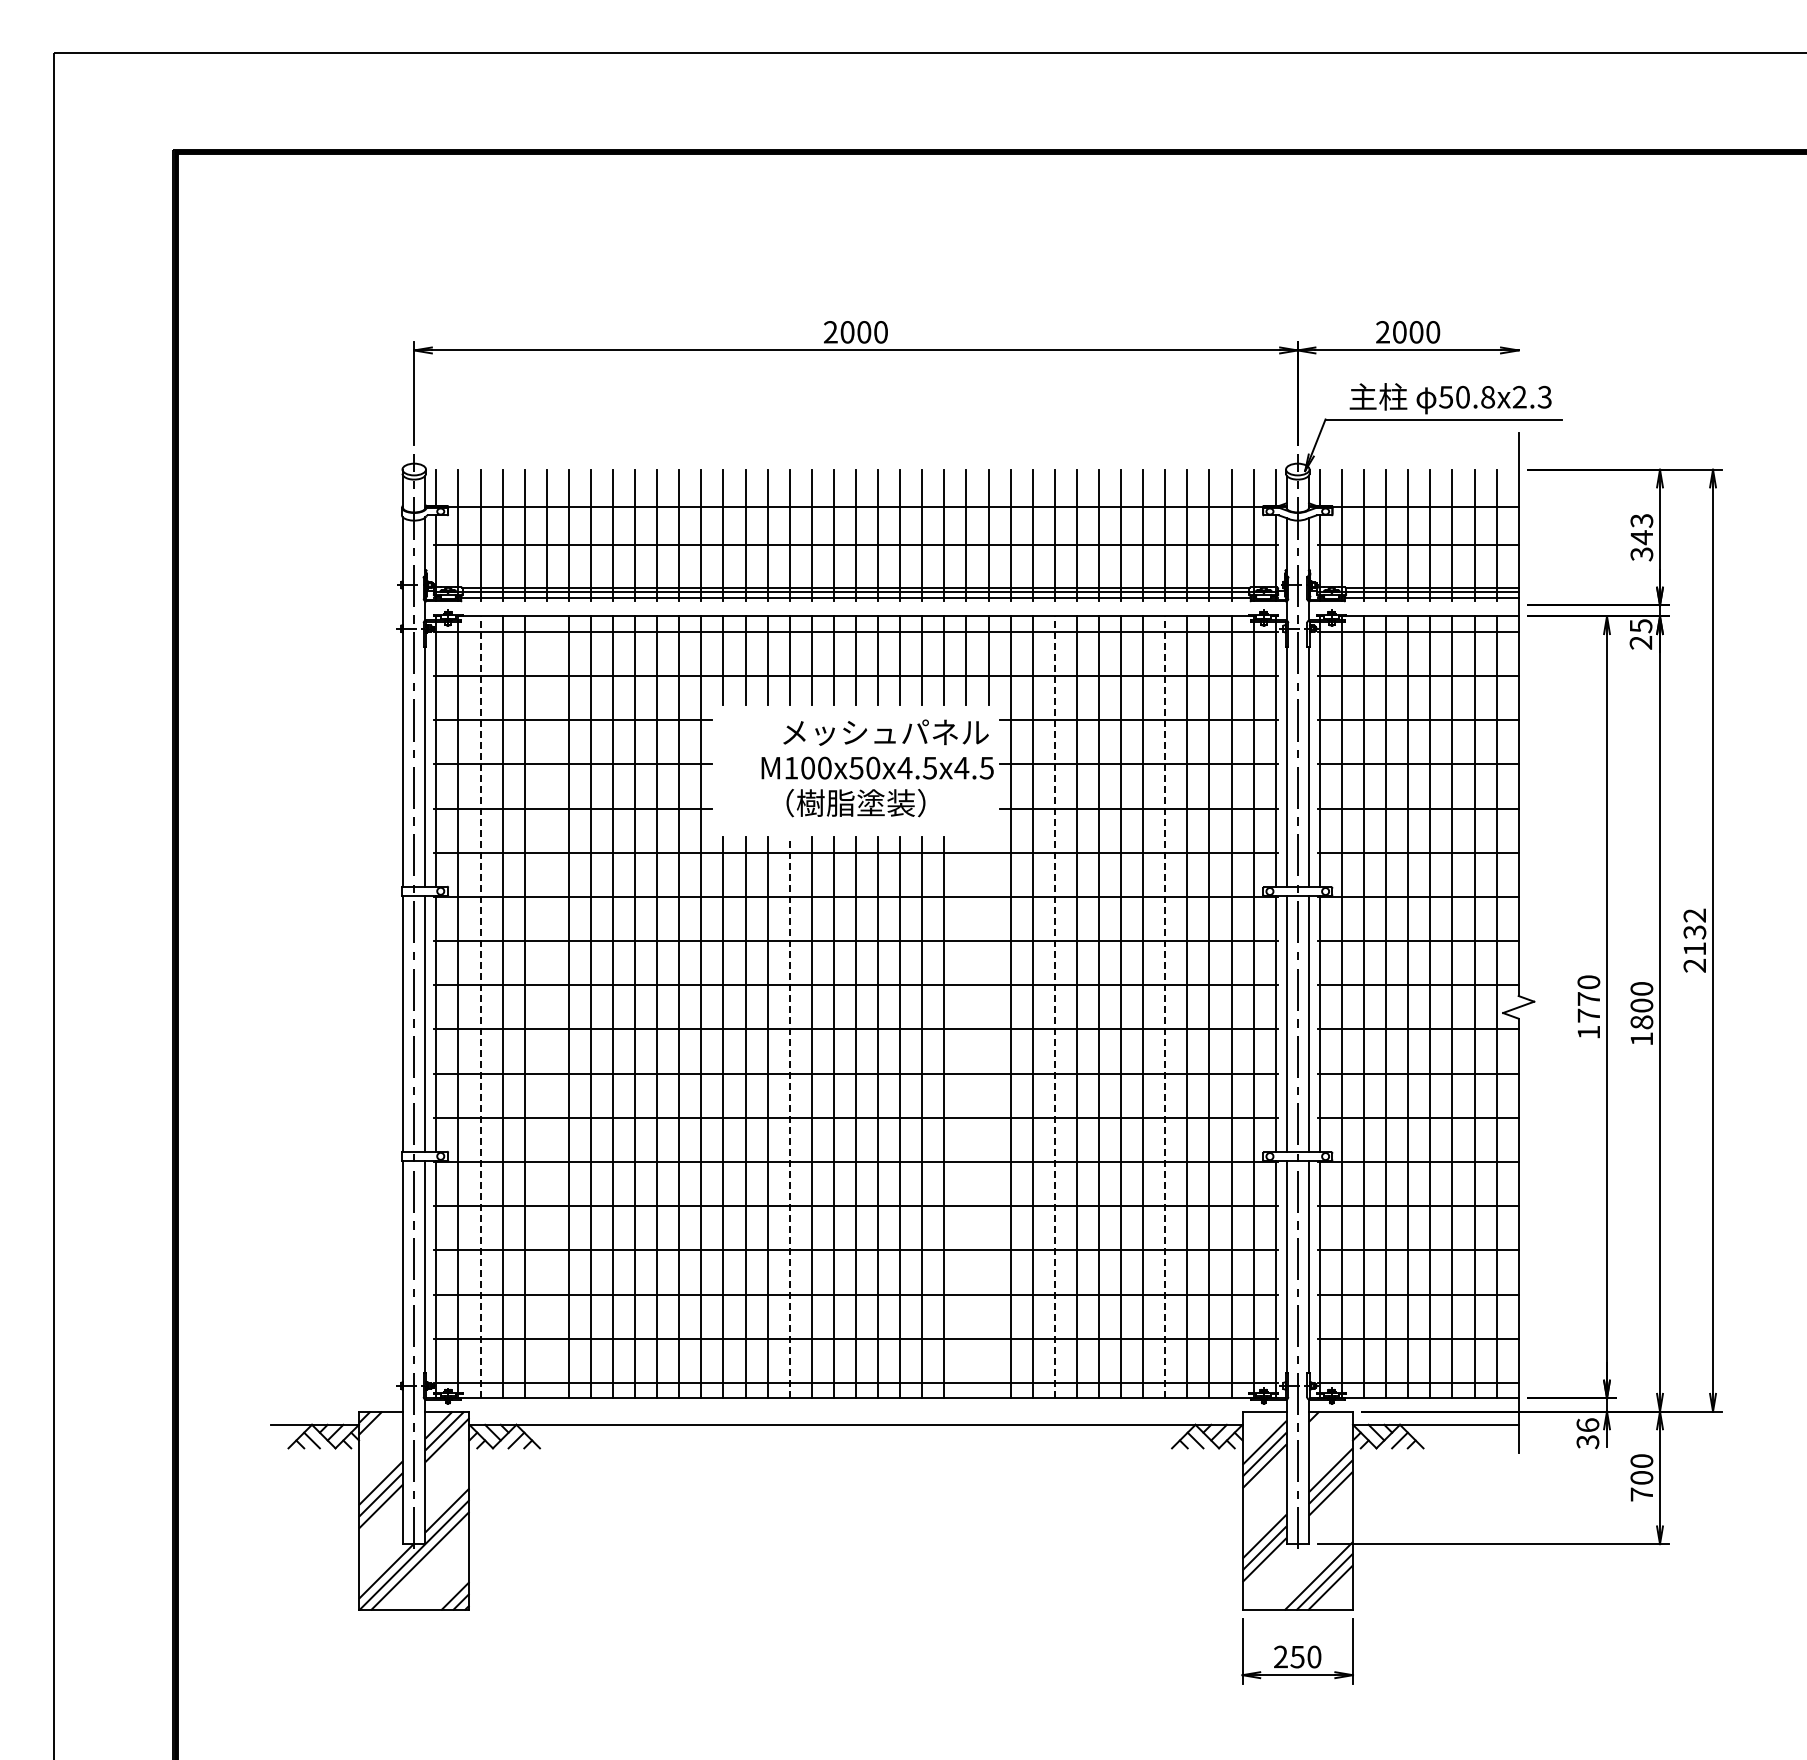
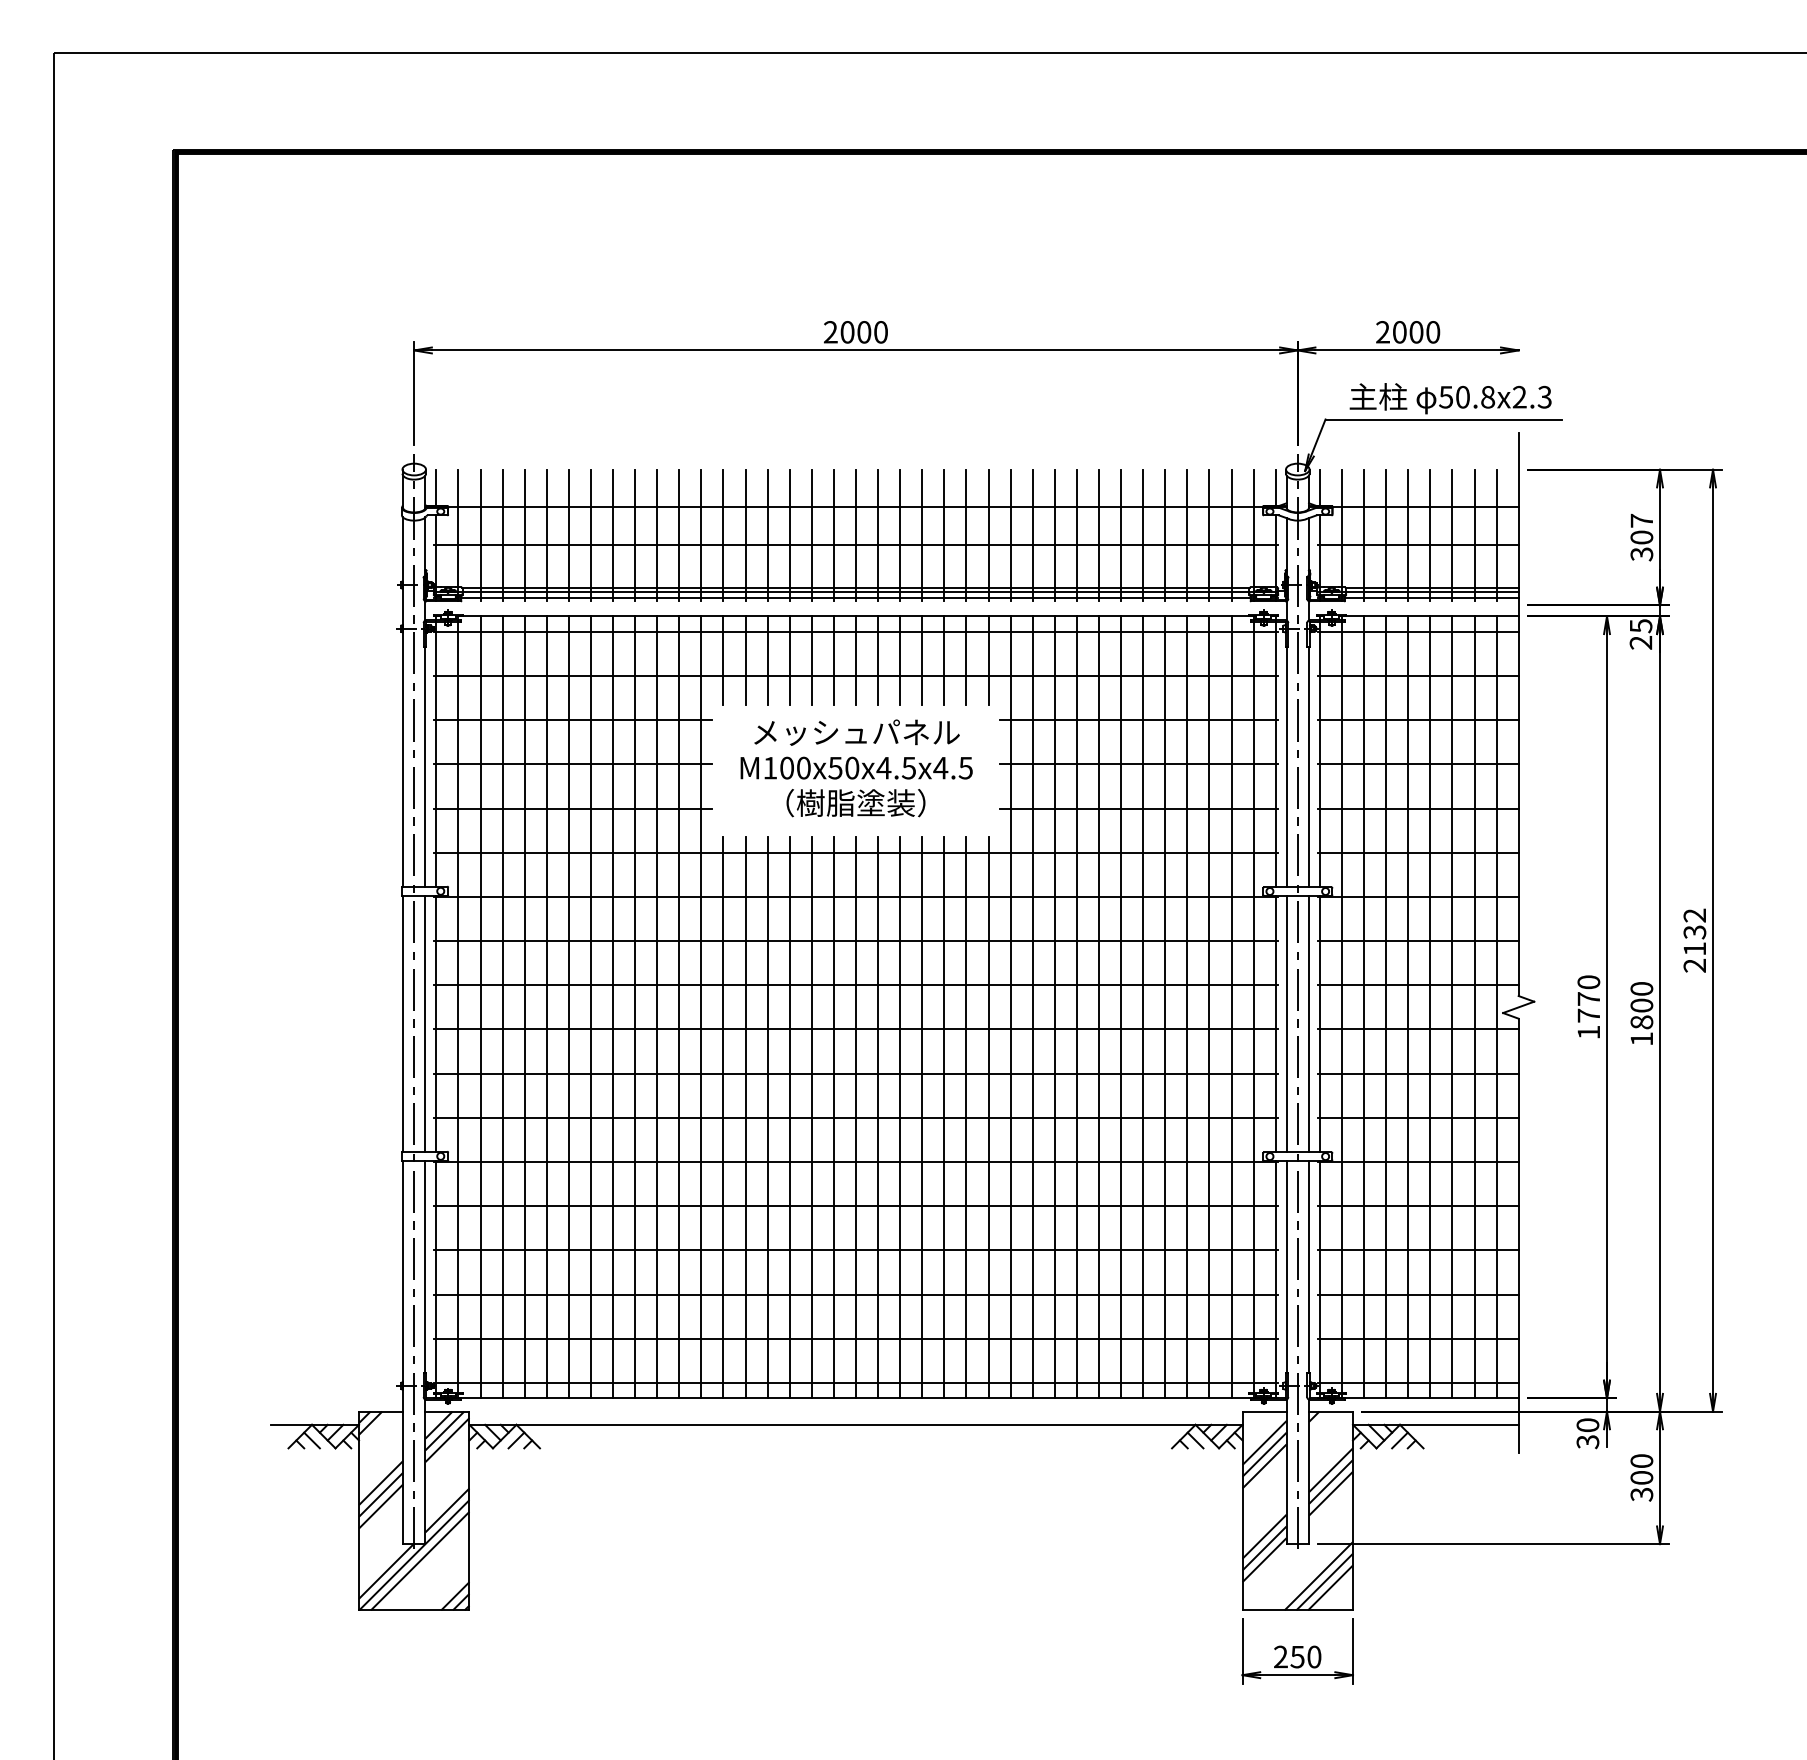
text at (1641, 529): 343 -> 307
text at (885, 732) position: (885, 732) -> (856, 732)
text at (877, 767) position: (877, 767) -> (856, 767)
line at (480, 1007): dashed -> solid
line at (546, 1007): none -> present
line at (1054, 1007): dashed -> solid
line at (1165, 1007): dashed -> solid
line at (789, 1117): dashed -> solid
line at (966, 1117): none -> present
line at (988, 1117): none -> present
text at (1587, 1425): 36 -> 30
text at (1641, 1494): 700 -> 300
